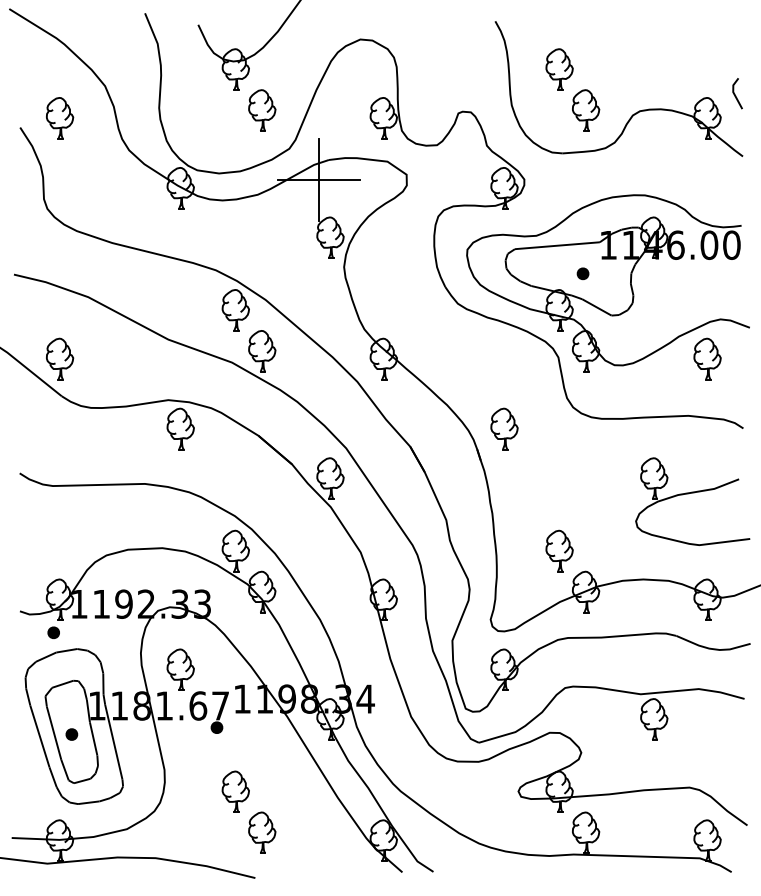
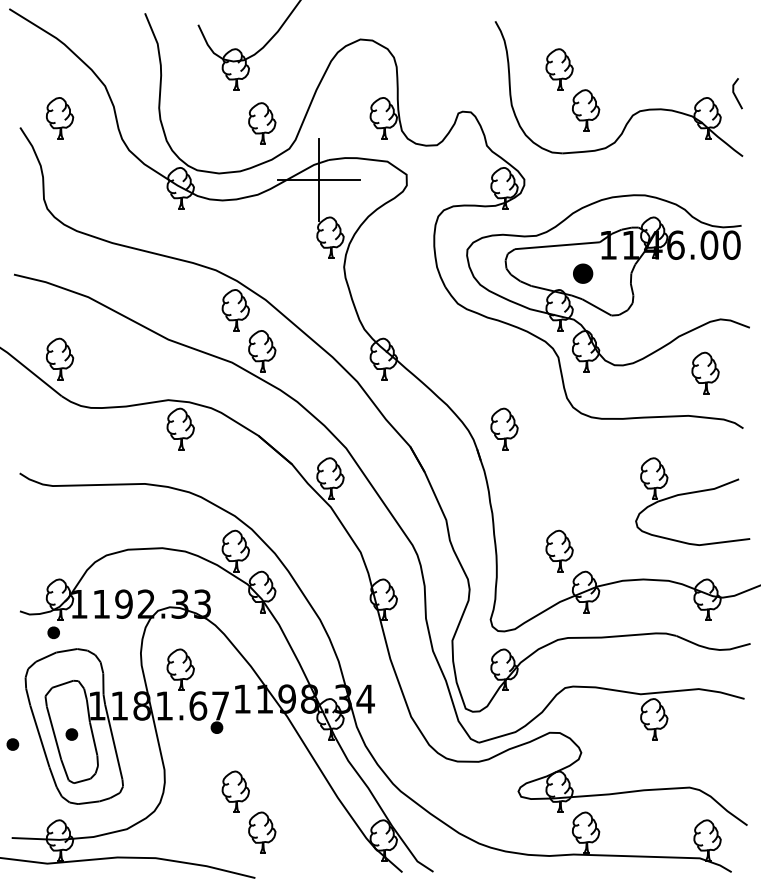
part at (262, 110) position: (262, 110) -> (262, 123)
part at (582, 273) size: 14x14 px -> 21x21 px
part at (707, 358) position: (707, 358) -> (705, 372)
part at (12, 744): none -> present
